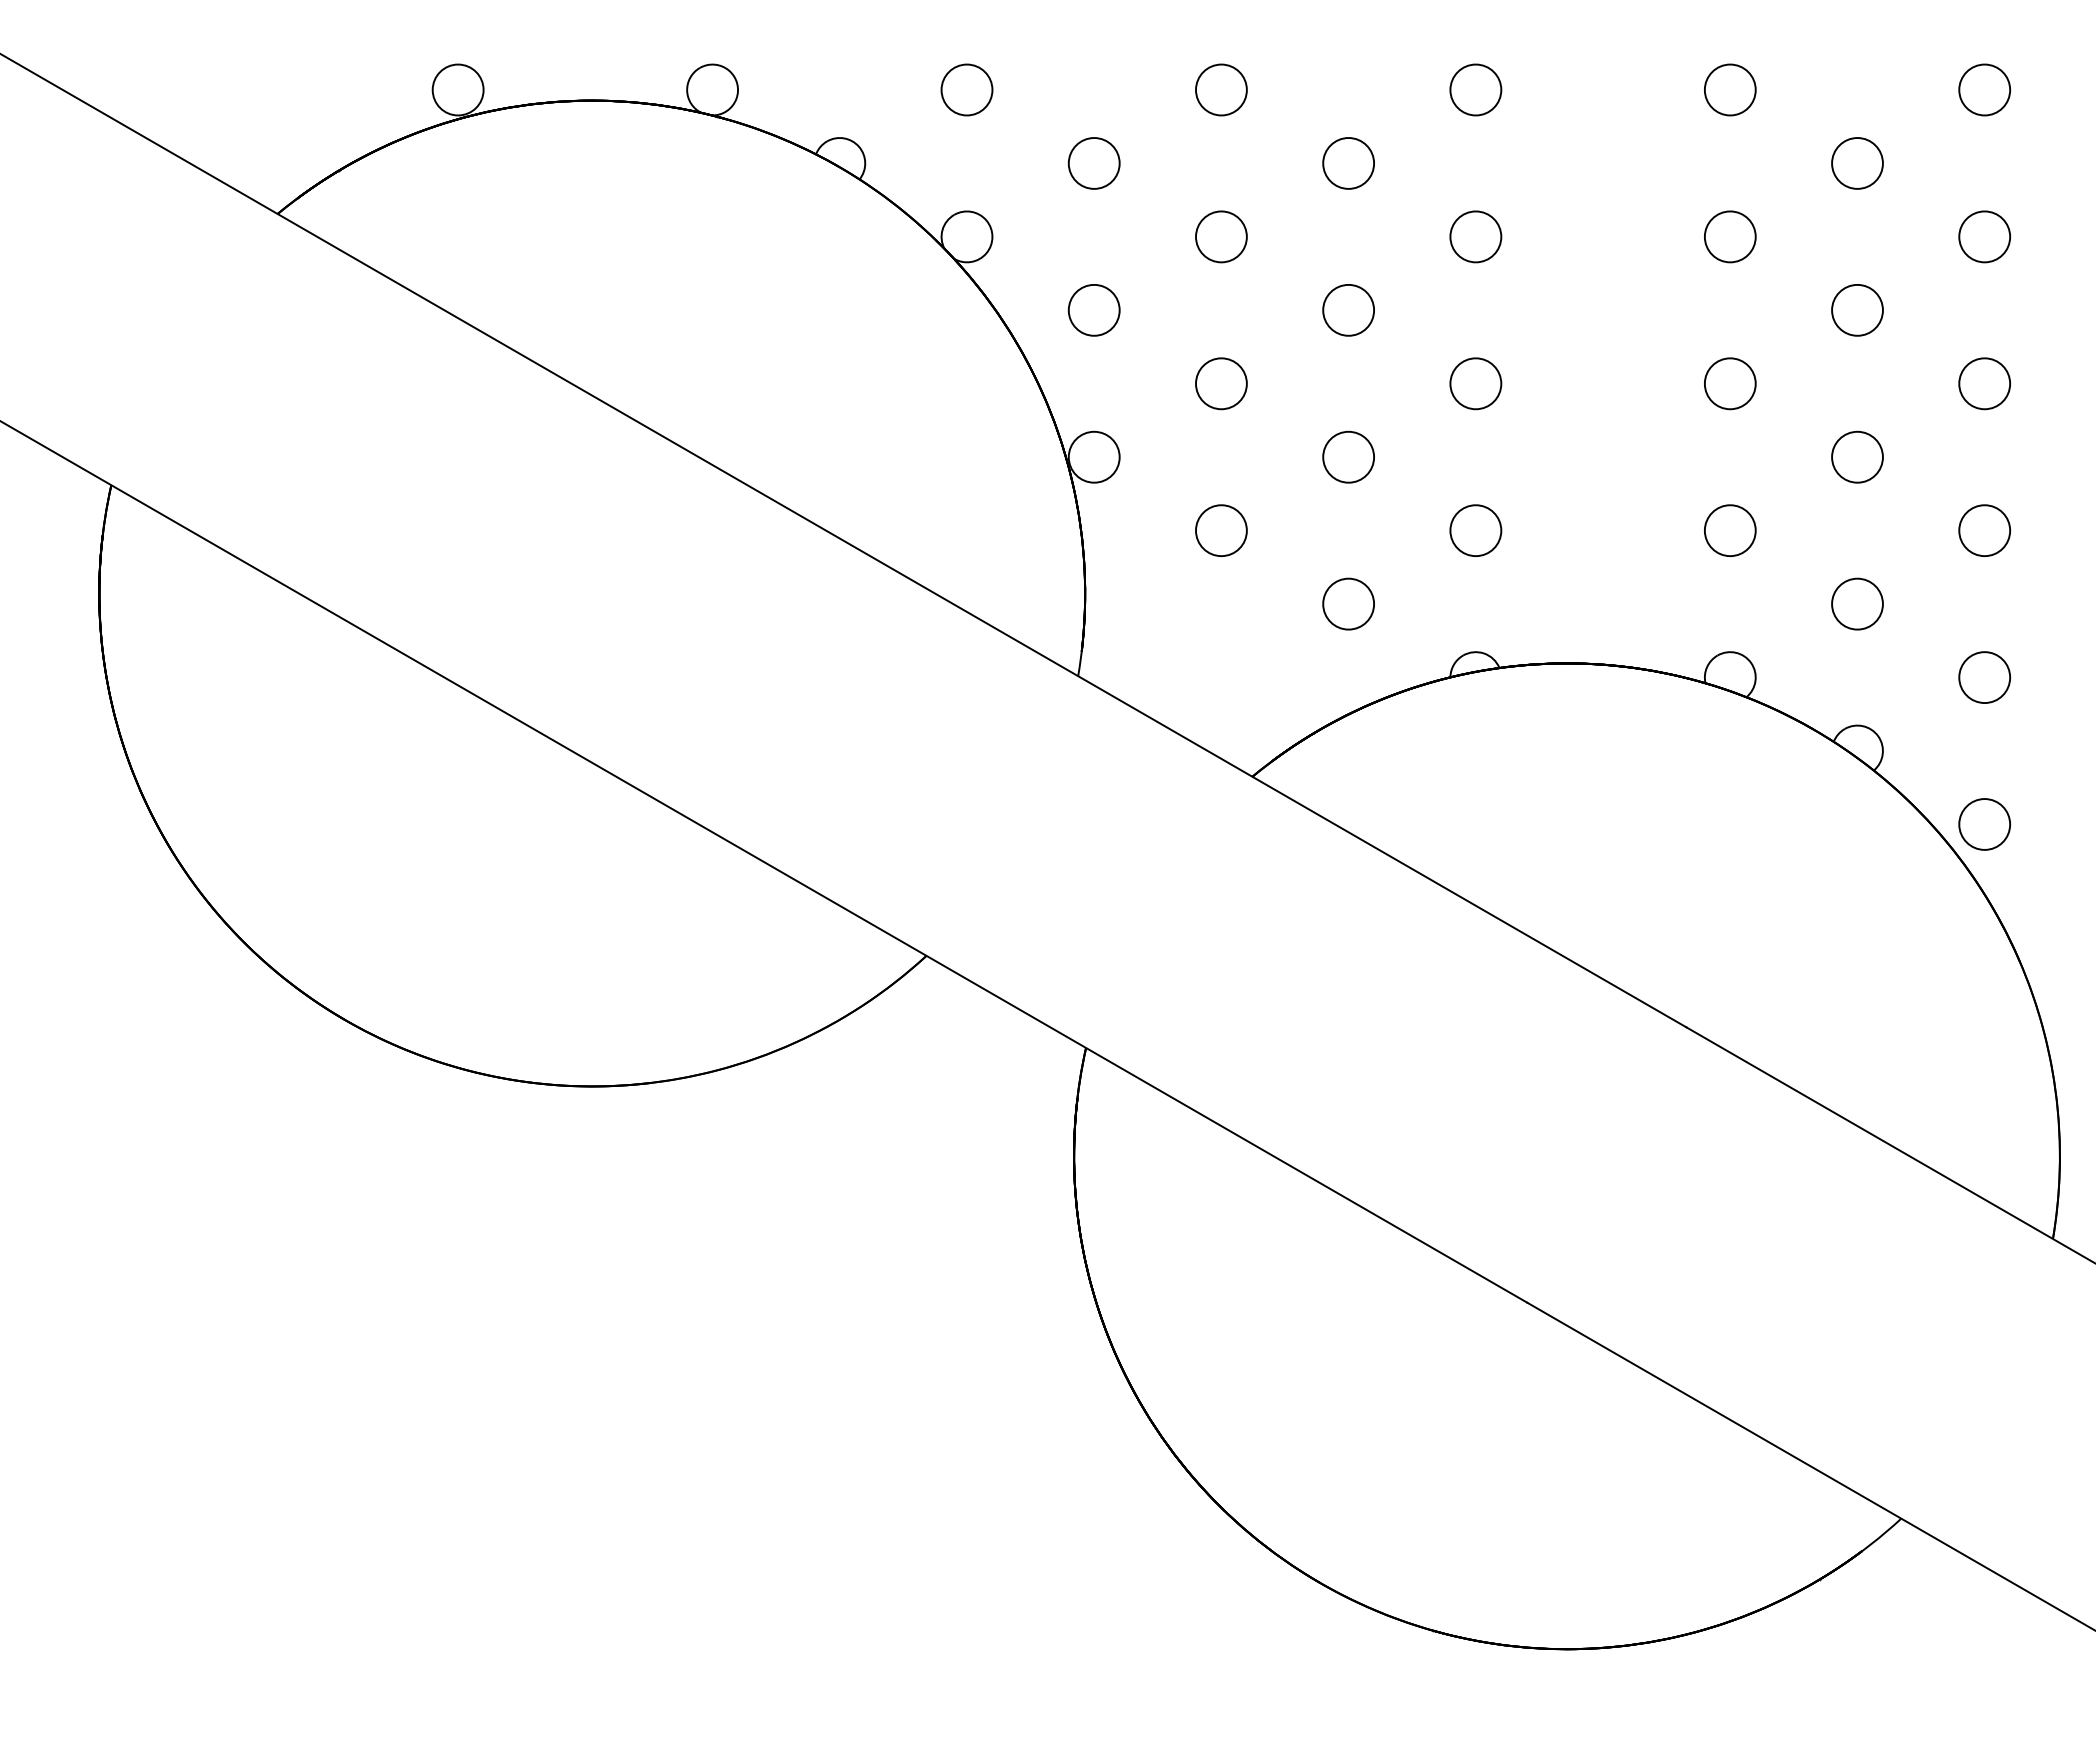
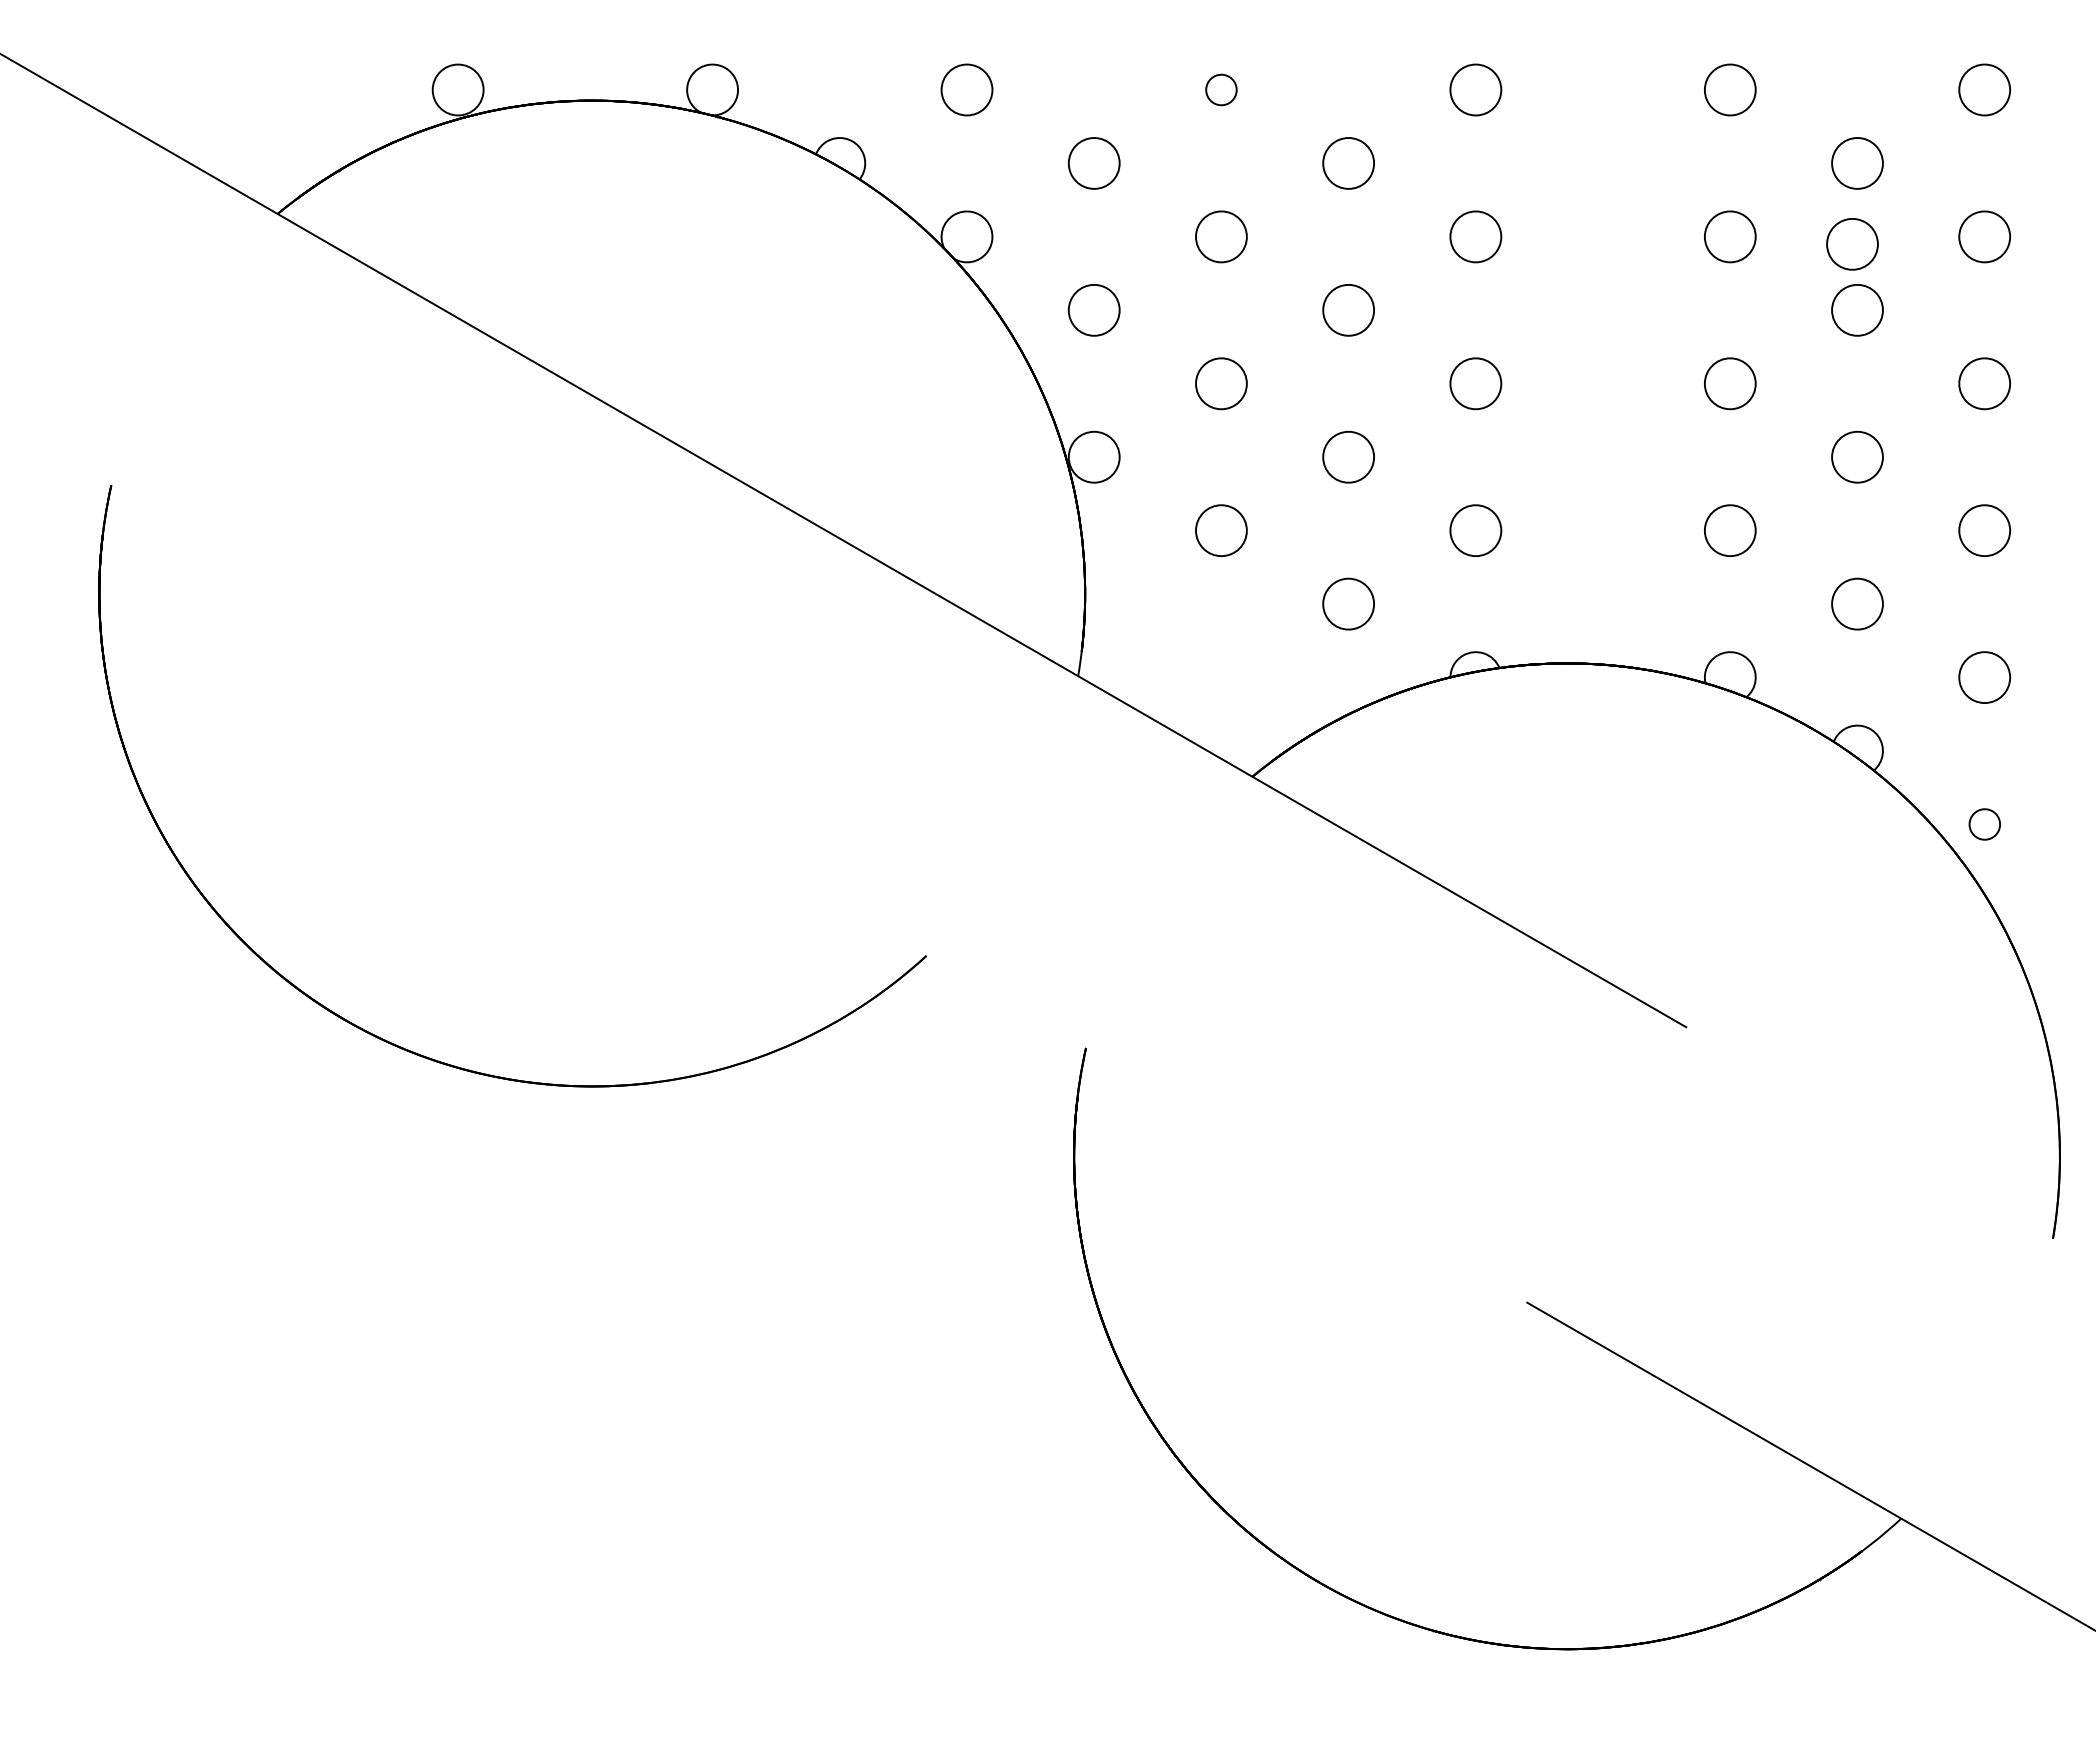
circle at (1221, 89) size: 53x54 px -> 33x34 px
circle at (1852, 244): none -> present
circle at (1984, 824) size: 54x53 px -> 33x33 px
line at (764, 862): present -> none
line at (1889, 1144): present -> none
